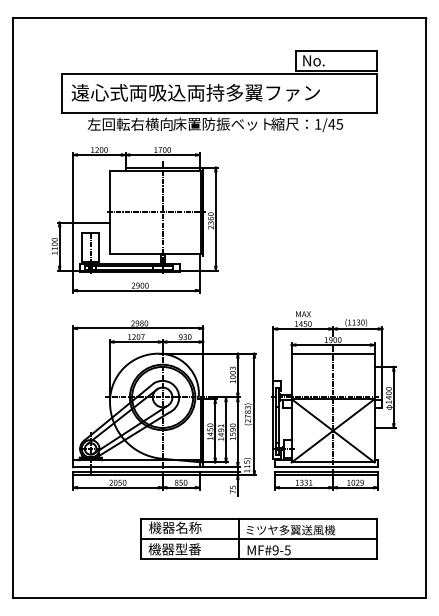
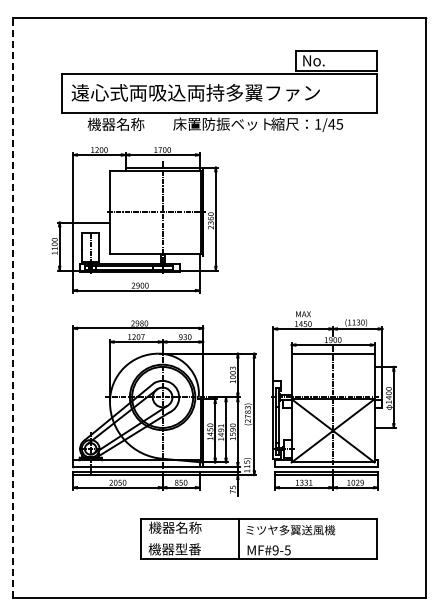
text at (129, 123): 左回転右横向 -> 機器名称
line at (13, 308): solid -> dashed
line at (258, 539): present -> none
